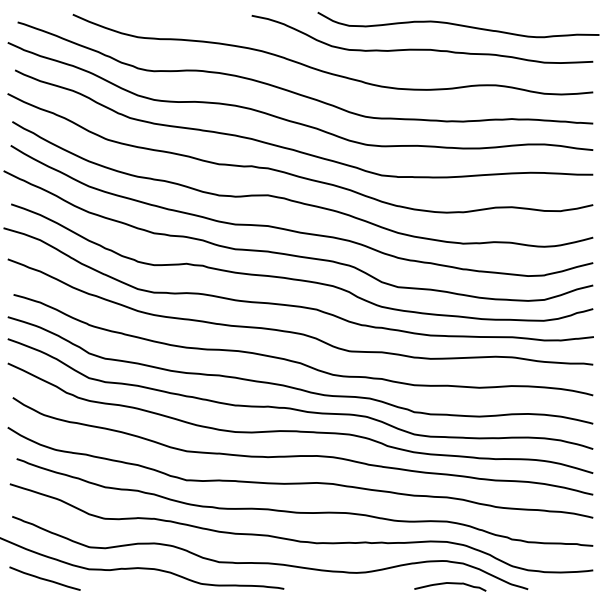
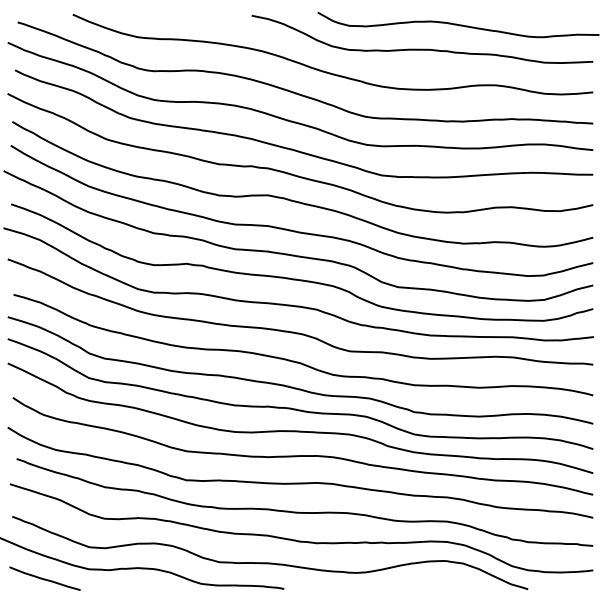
curve at (451, 584): present -> none
